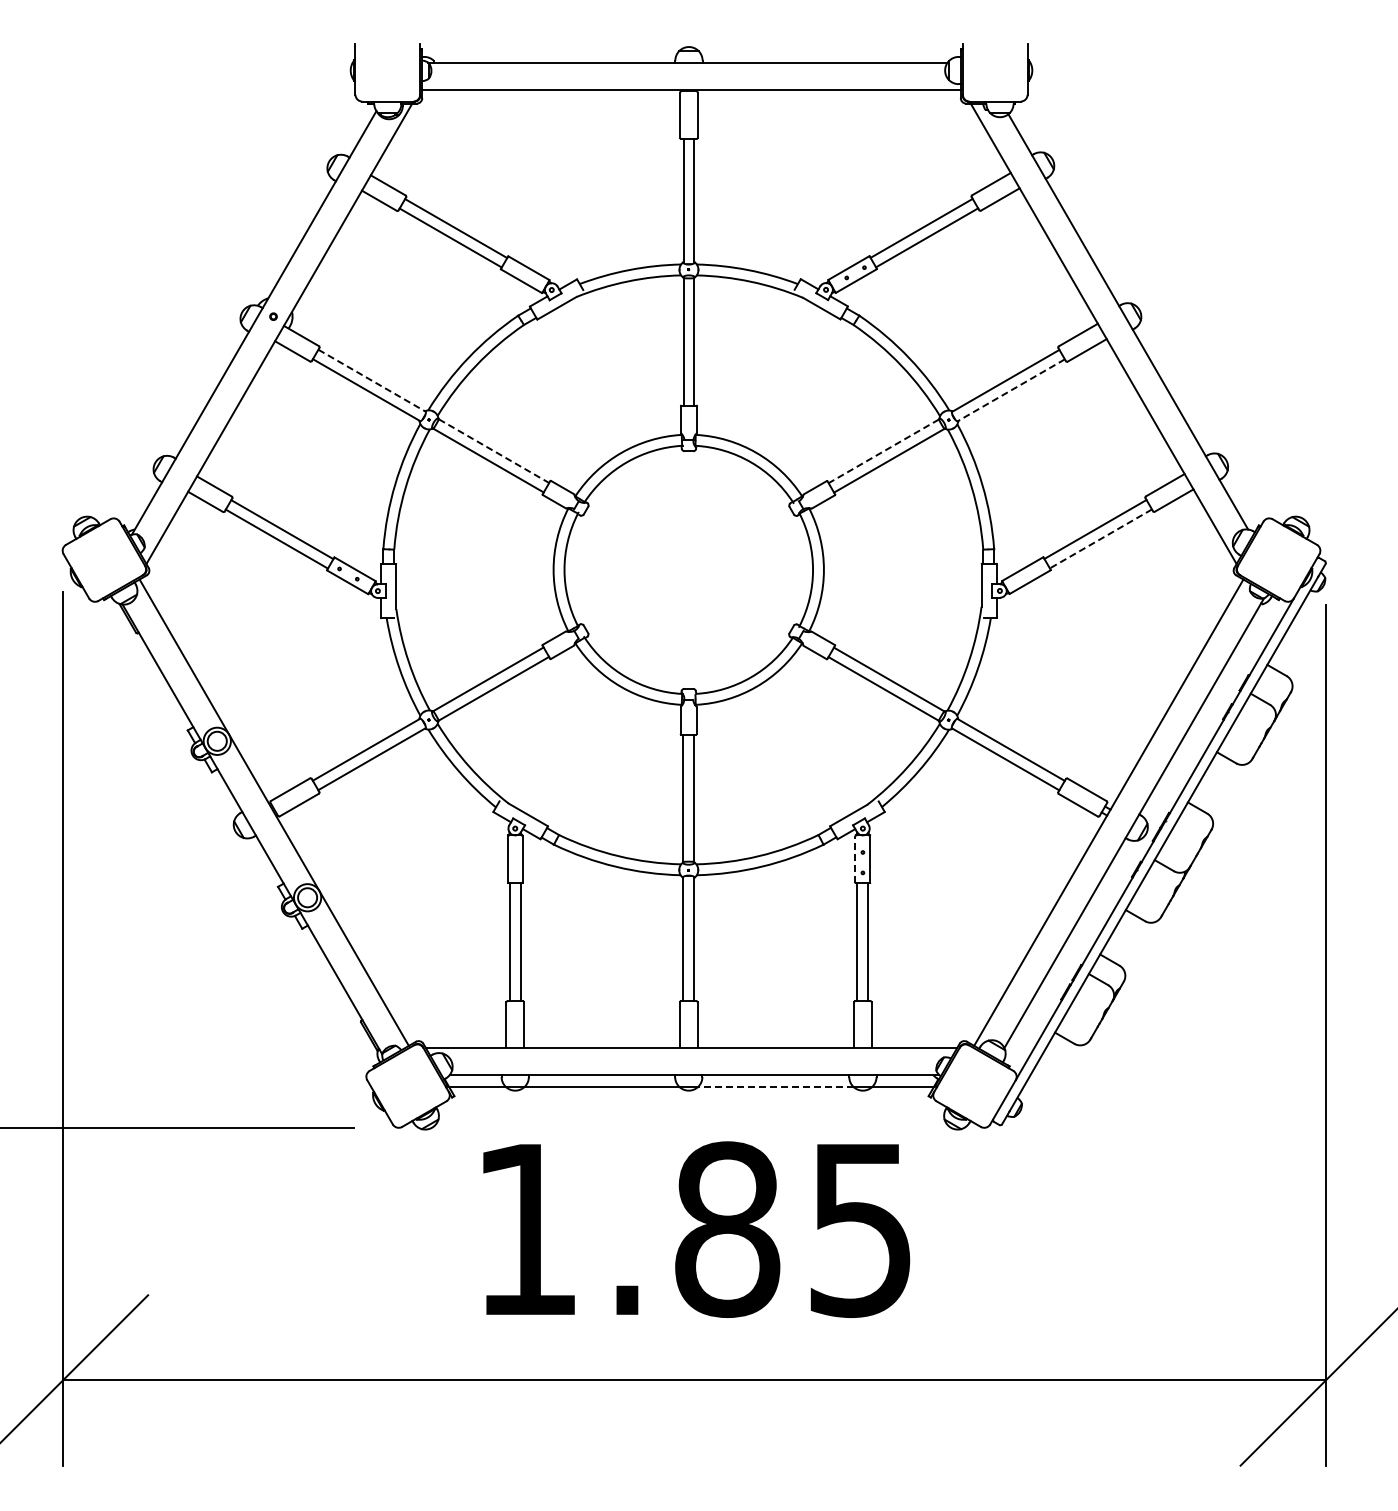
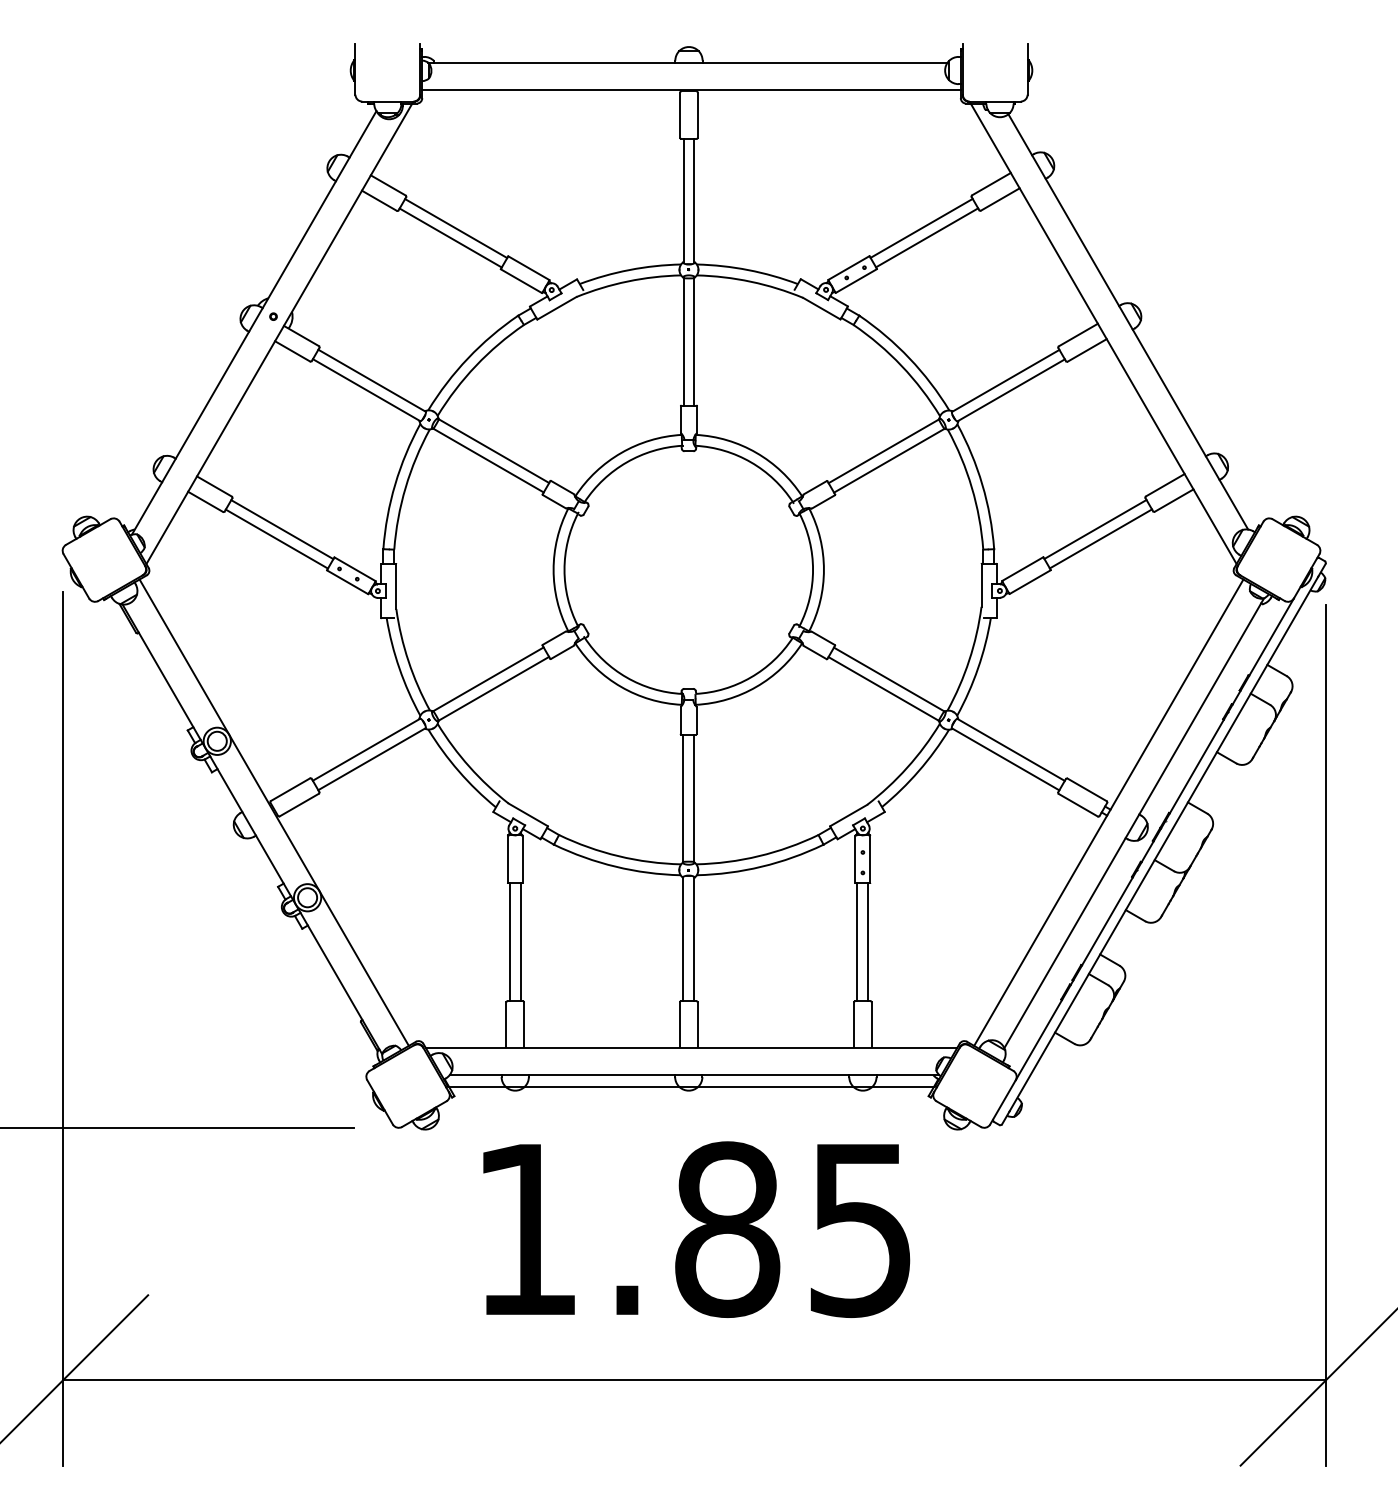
line at (372, 381): dashed -> solid
line at (1010, 390): dashed -> solid
line at (494, 451): dashed -> solid
line at (883, 451): dashed -> solid
line at (1100, 538): dashed -> solid
line at (855, 859): dashed -> solid
line at (775, 1087): dashed -> solid
